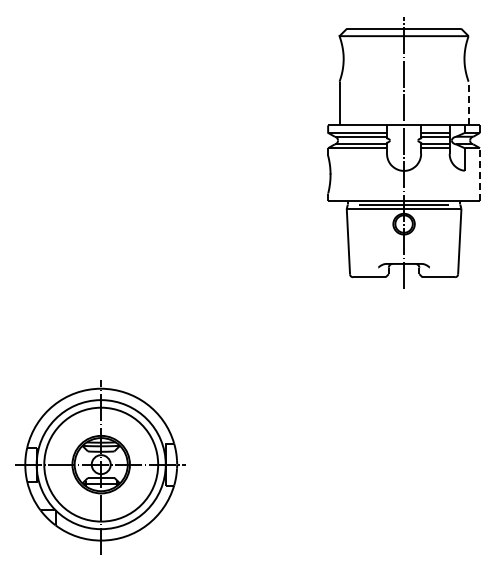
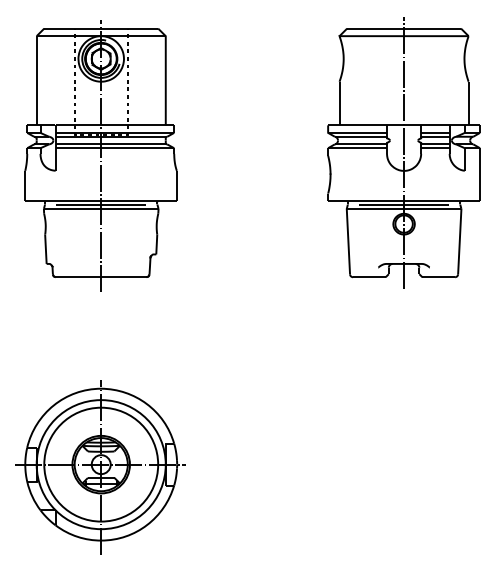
line at (468, 103): dashed -> solid
part at (100, 155): none -> present
line at (480, 174): dashed -> solid
